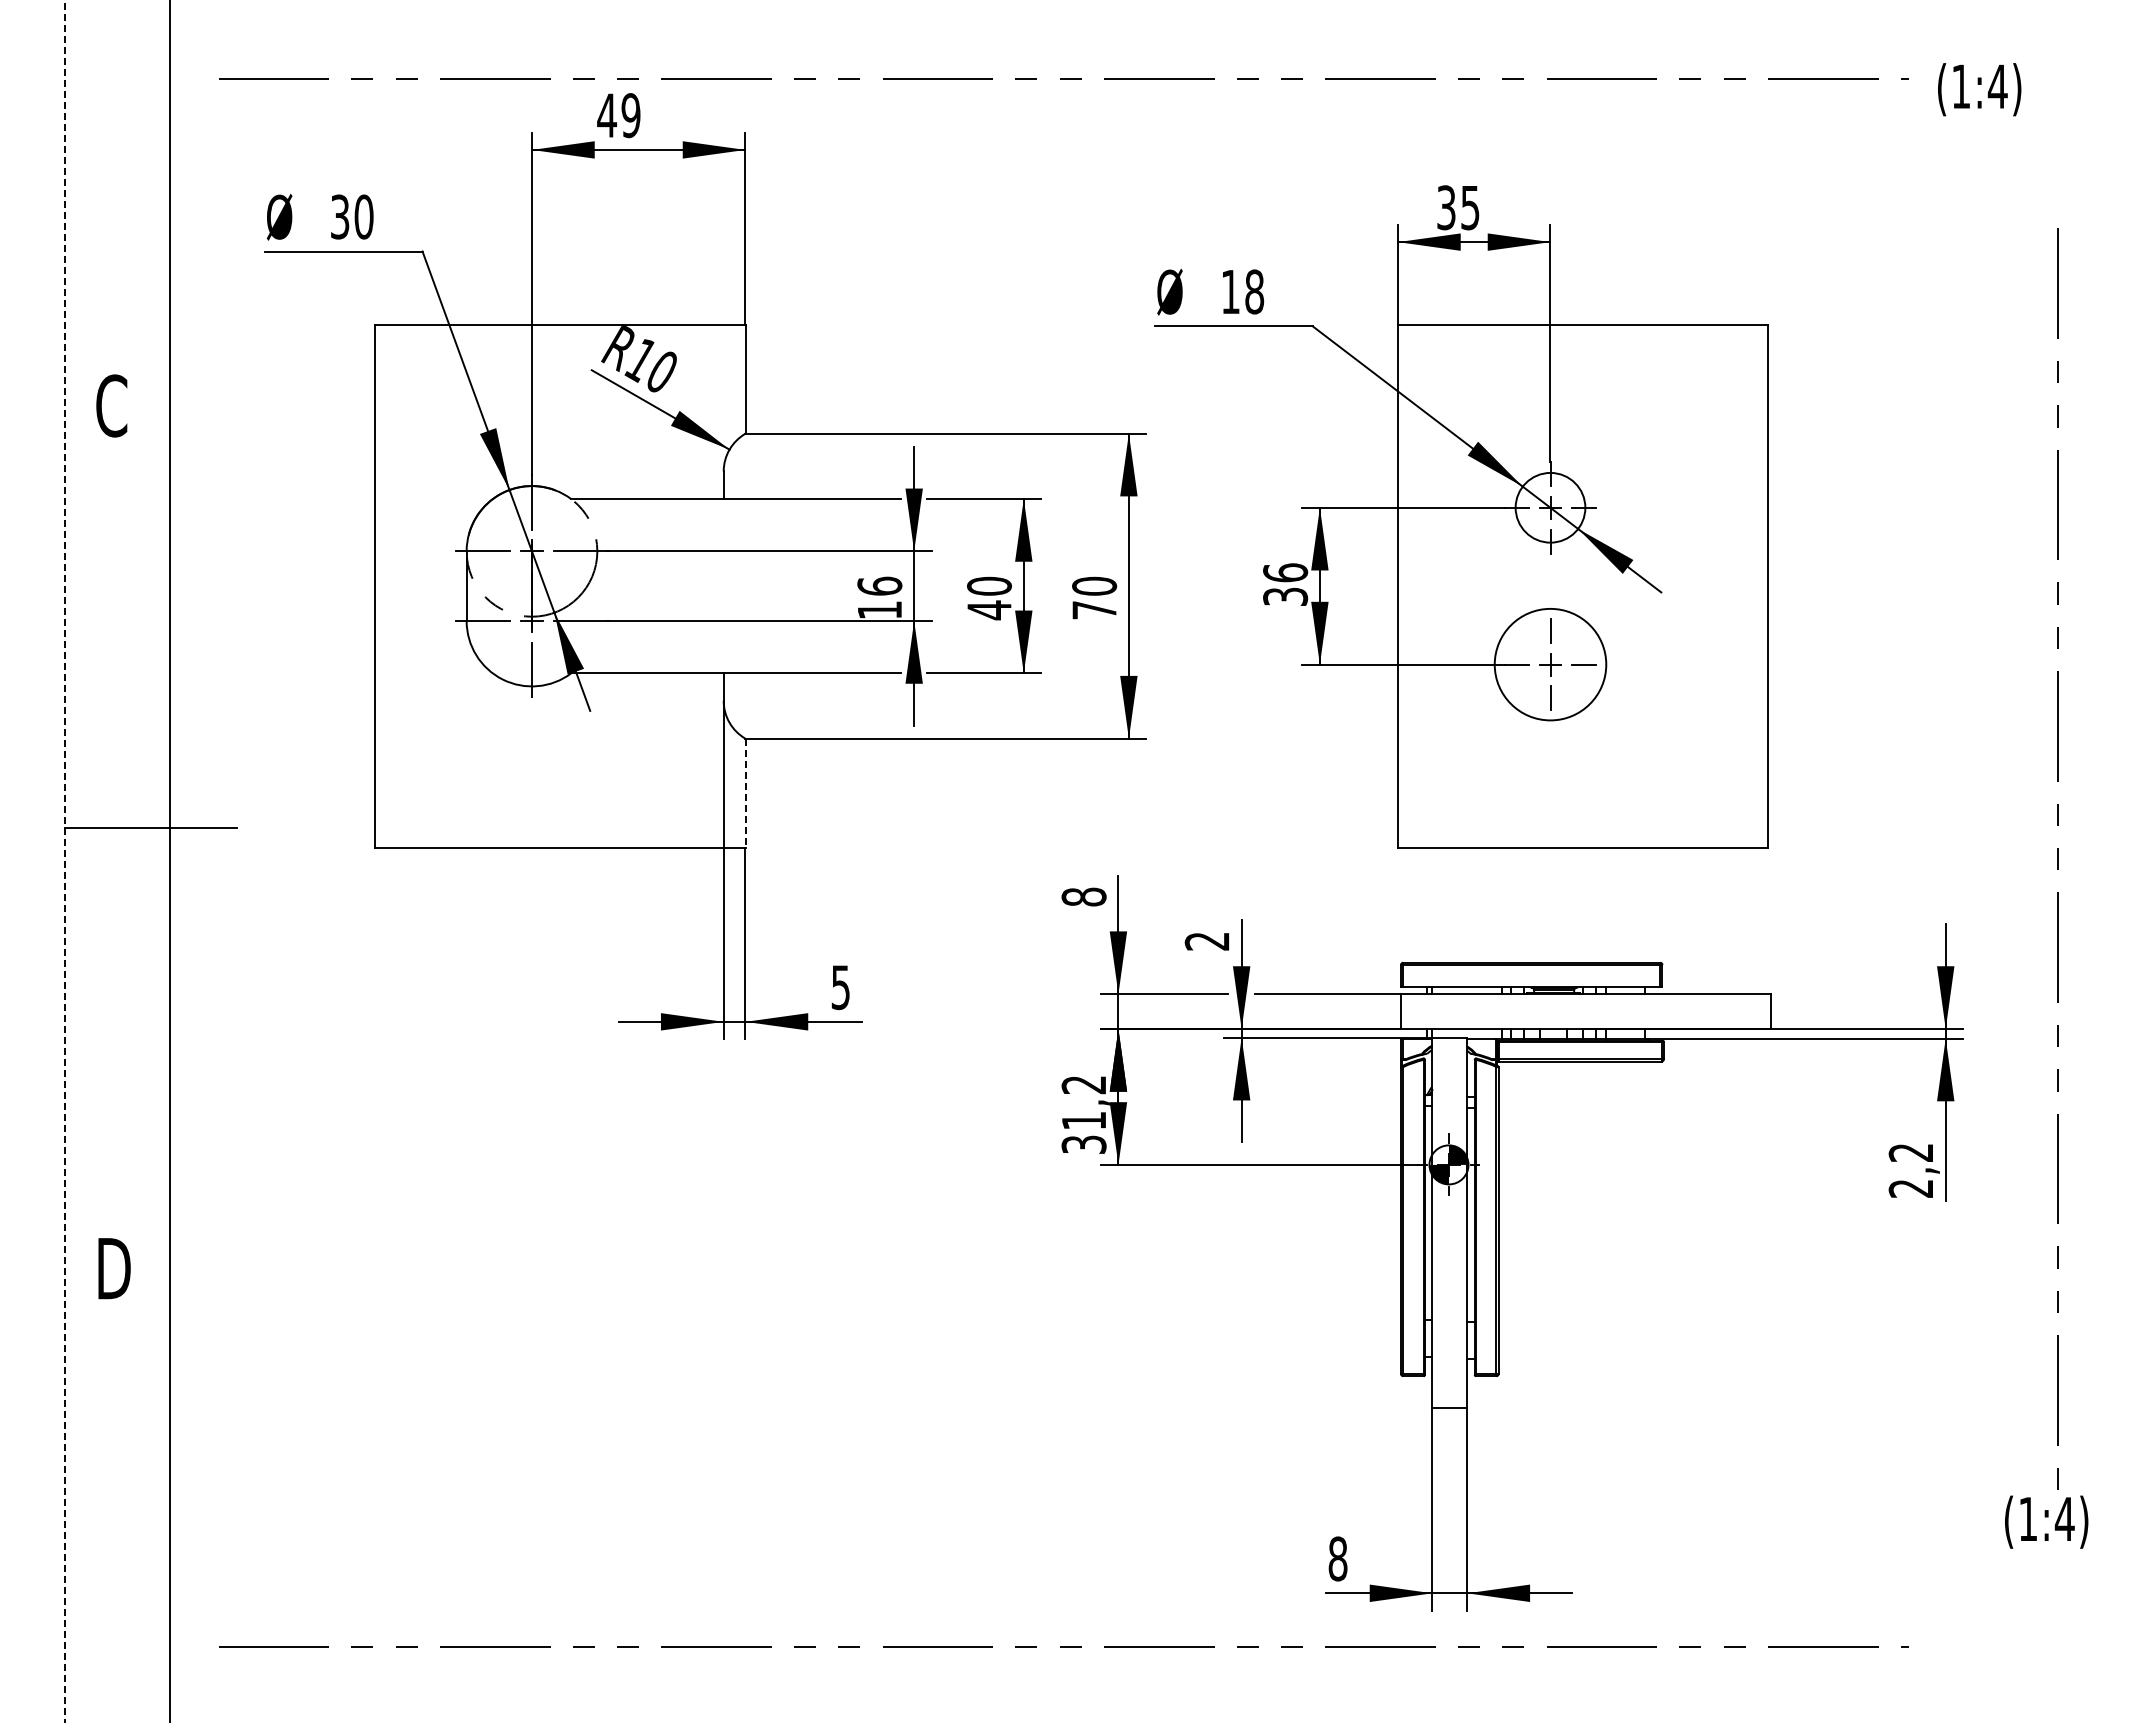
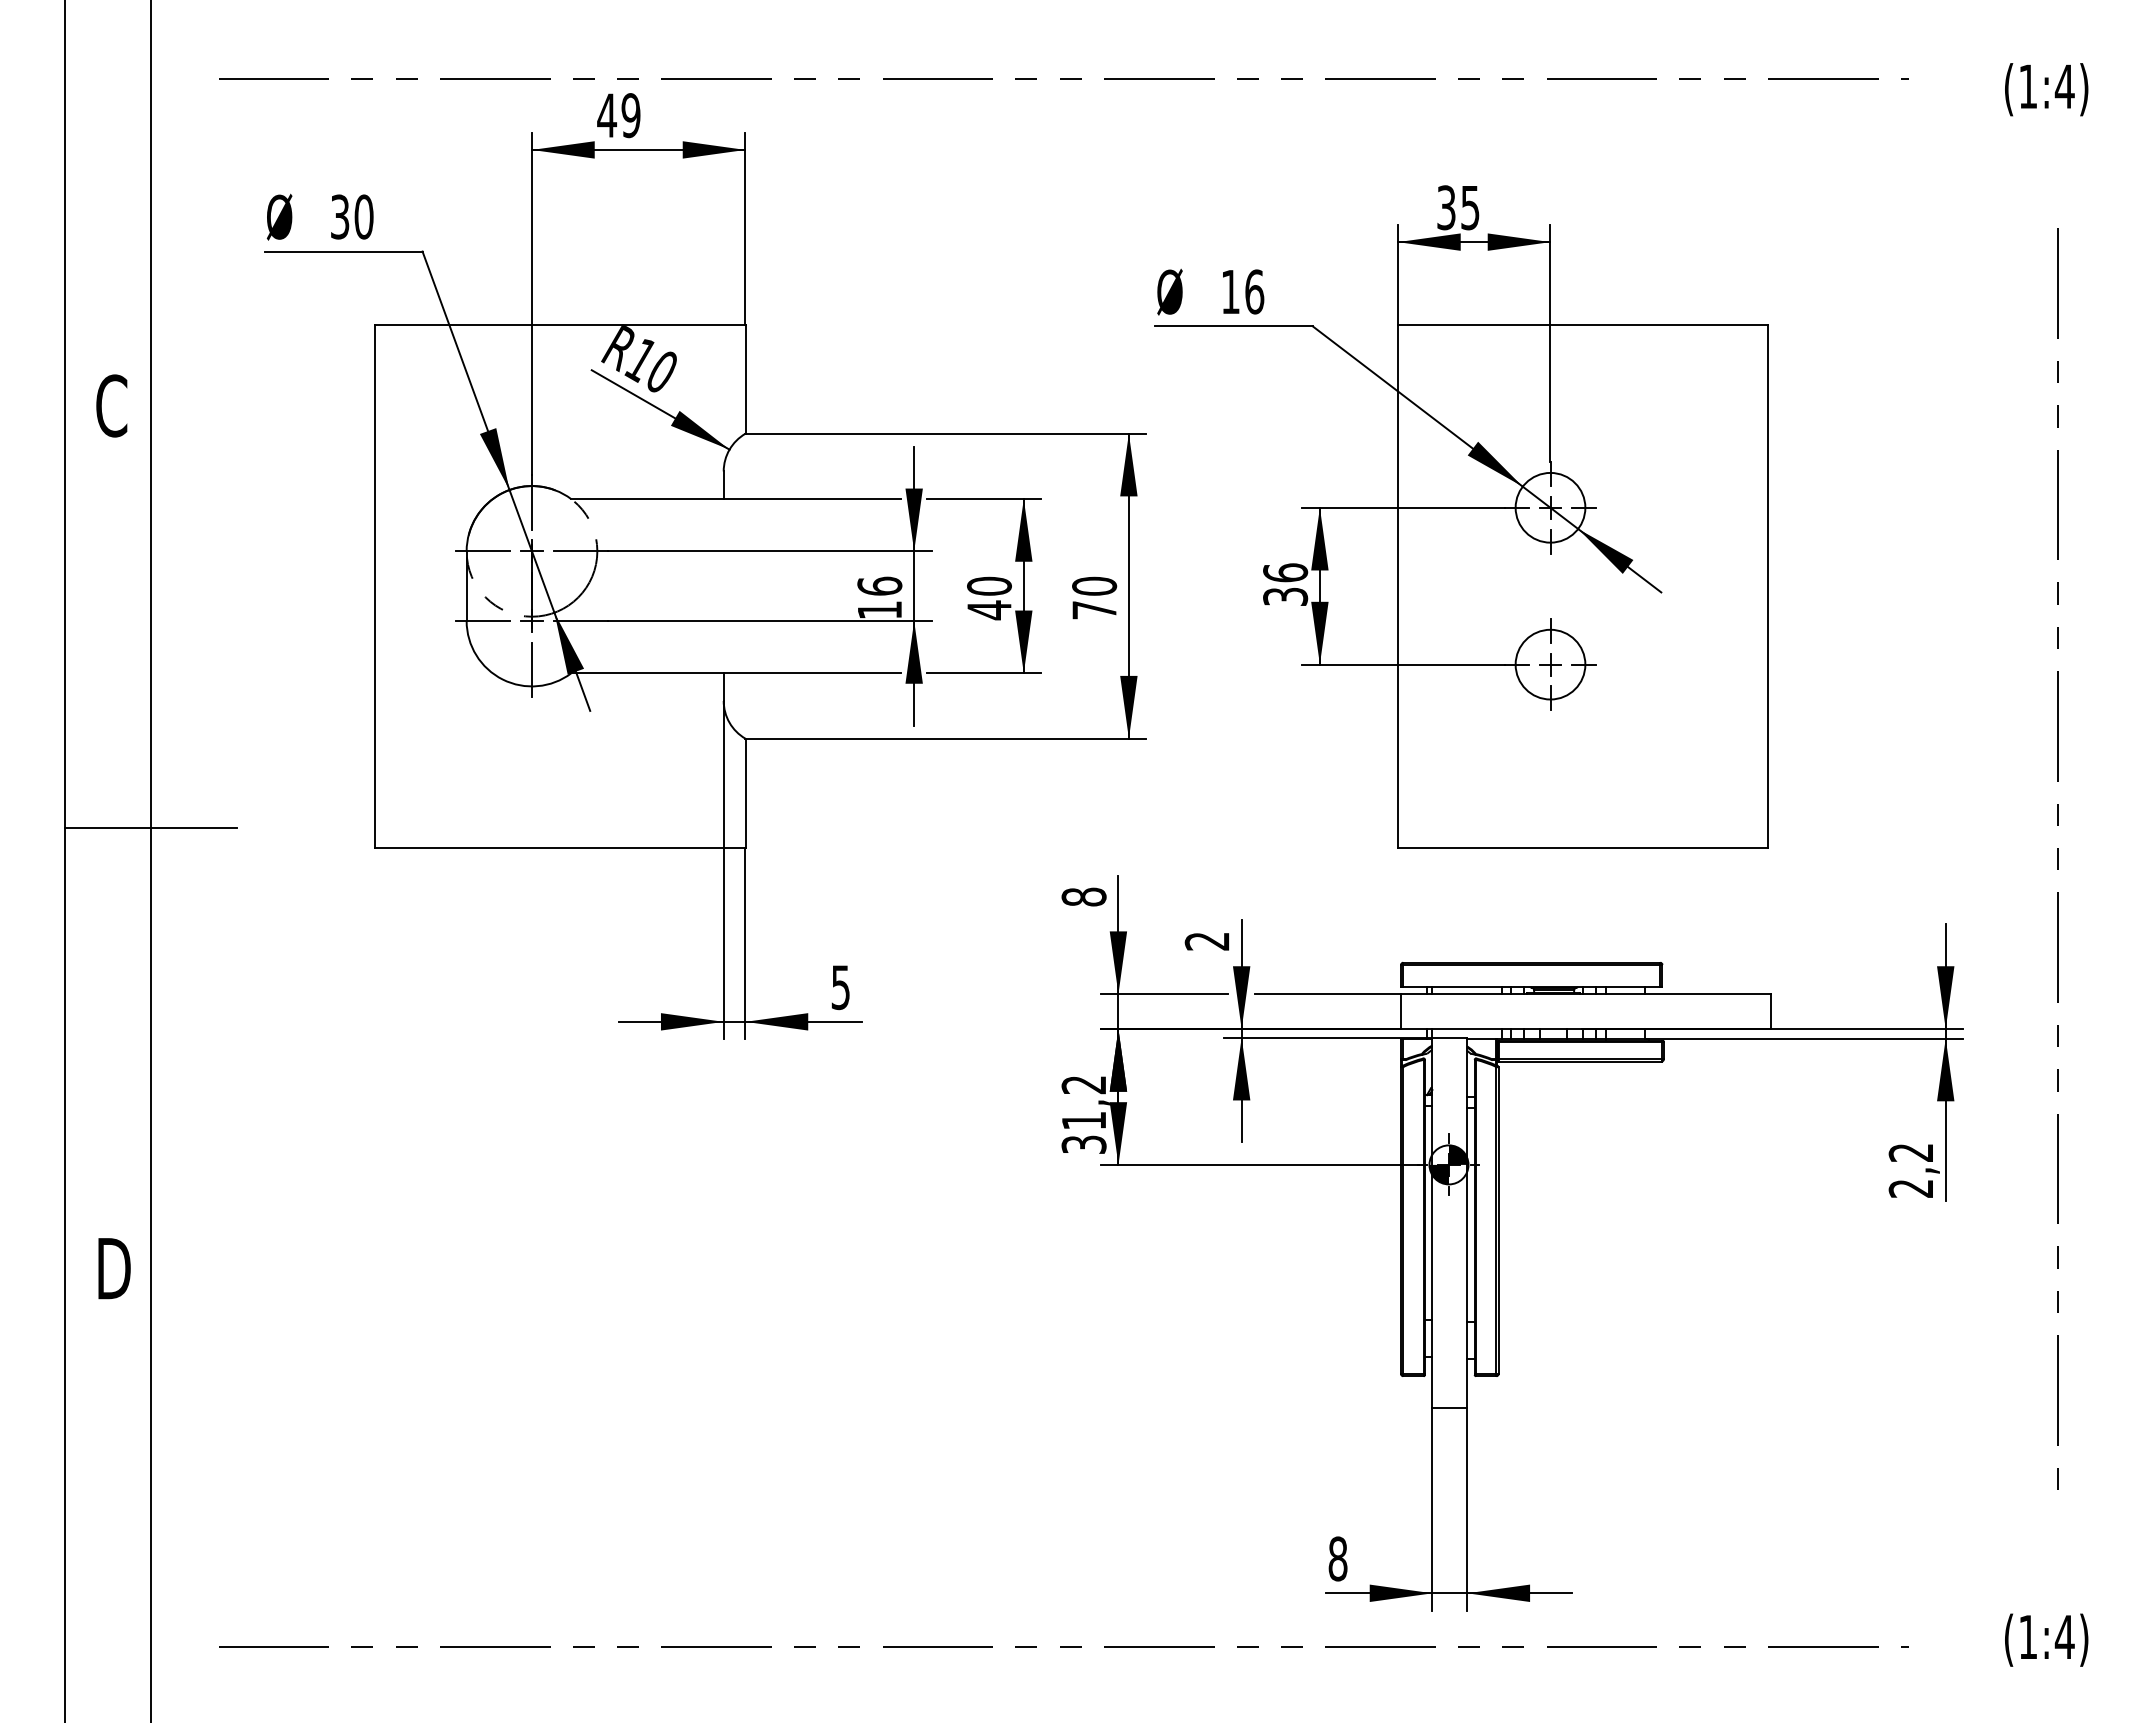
text at (1979, 89) position: (1979, 89) -> (2046, 89)
text at (1254, 291): 18 -> 16
circle at (1550, 664) diameter: 112 px -> 70 px
line at (745, 793): dashed -> solid
line at (169, 860) position: (169, 860) -> (150, 860)
line at (64, 862): dashed -> solid
text at (2046, 1521) position: (2046, 1521) -> (2046, 1639)
